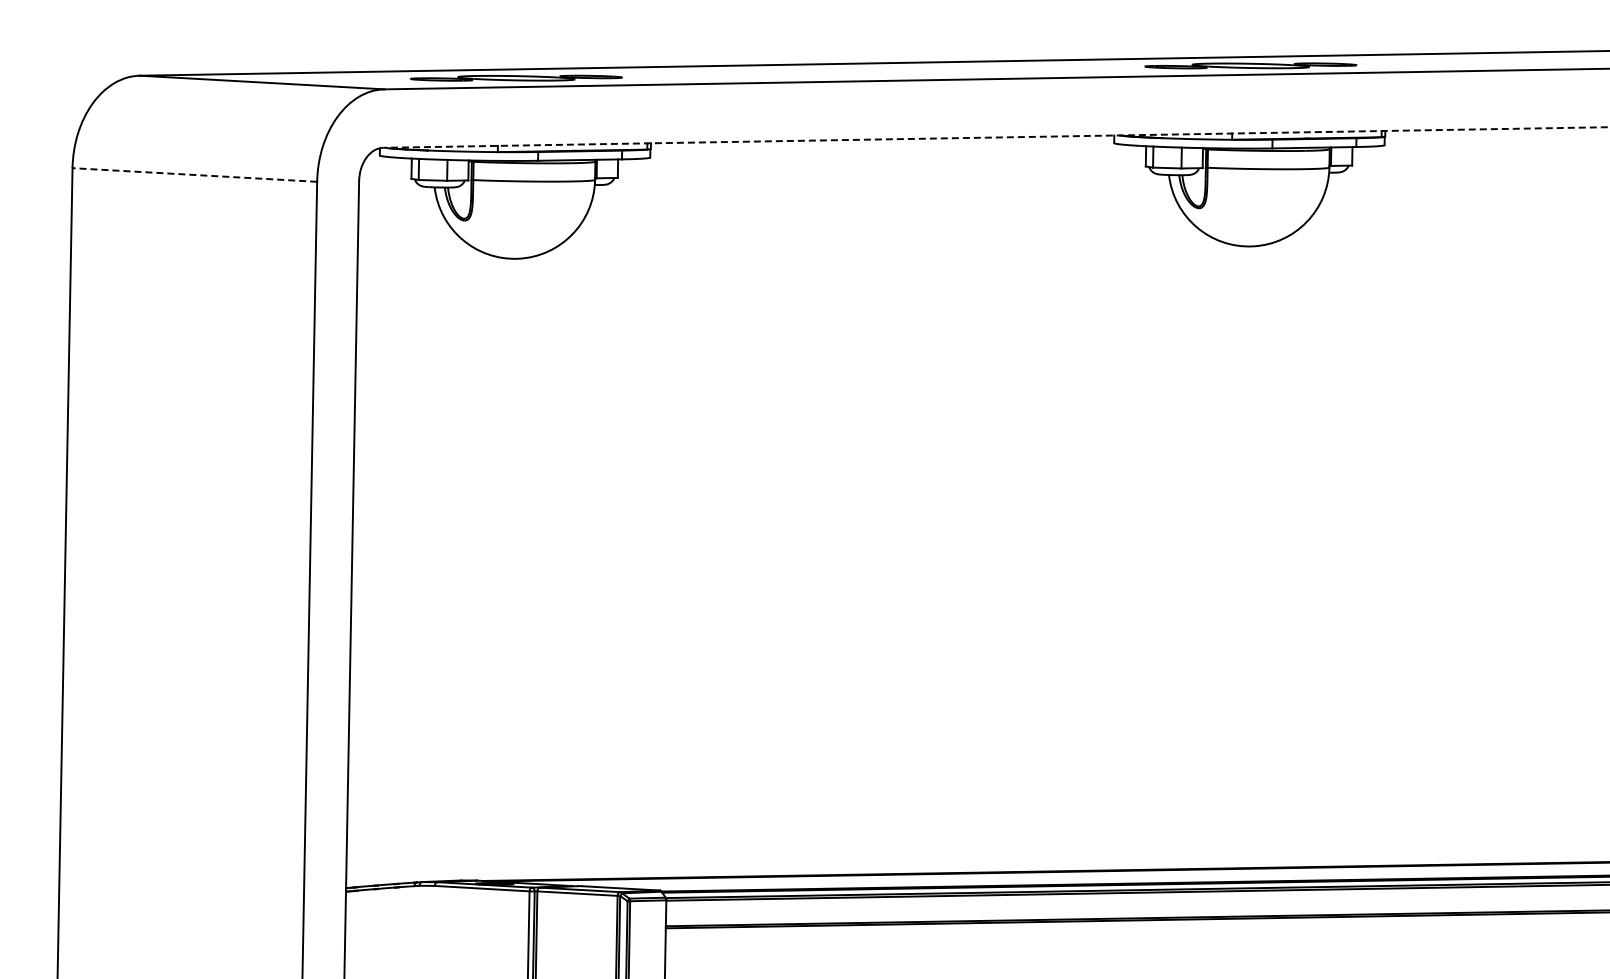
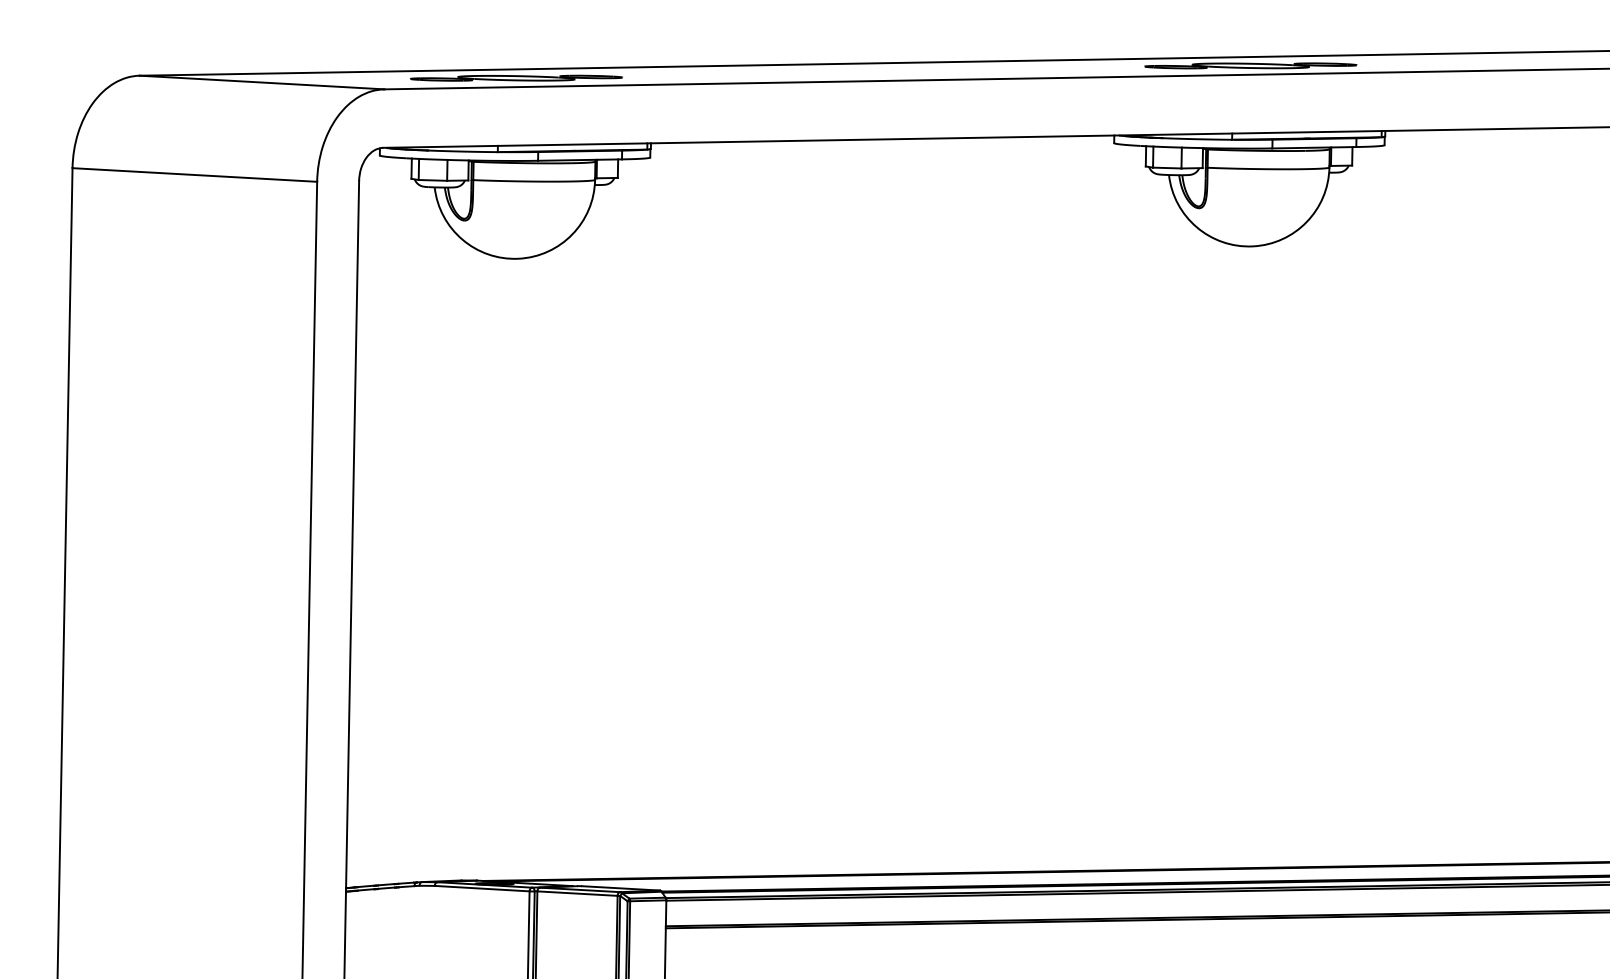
line at (996, 137): dashed -> solid
line at (194, 174): dashed -> solid
